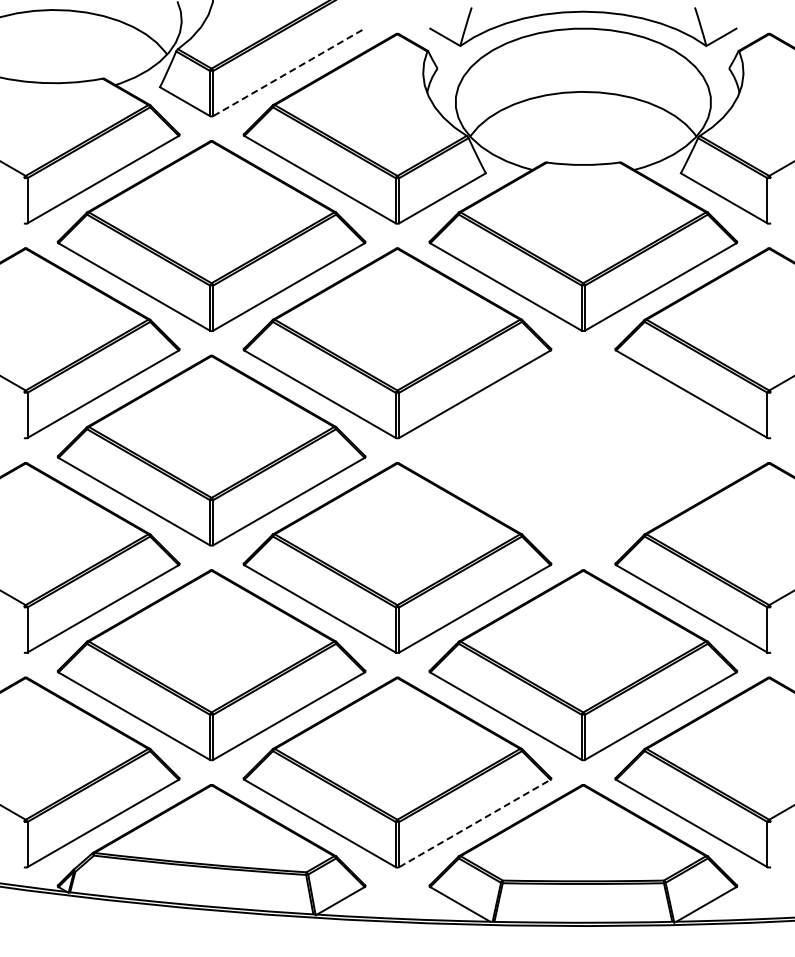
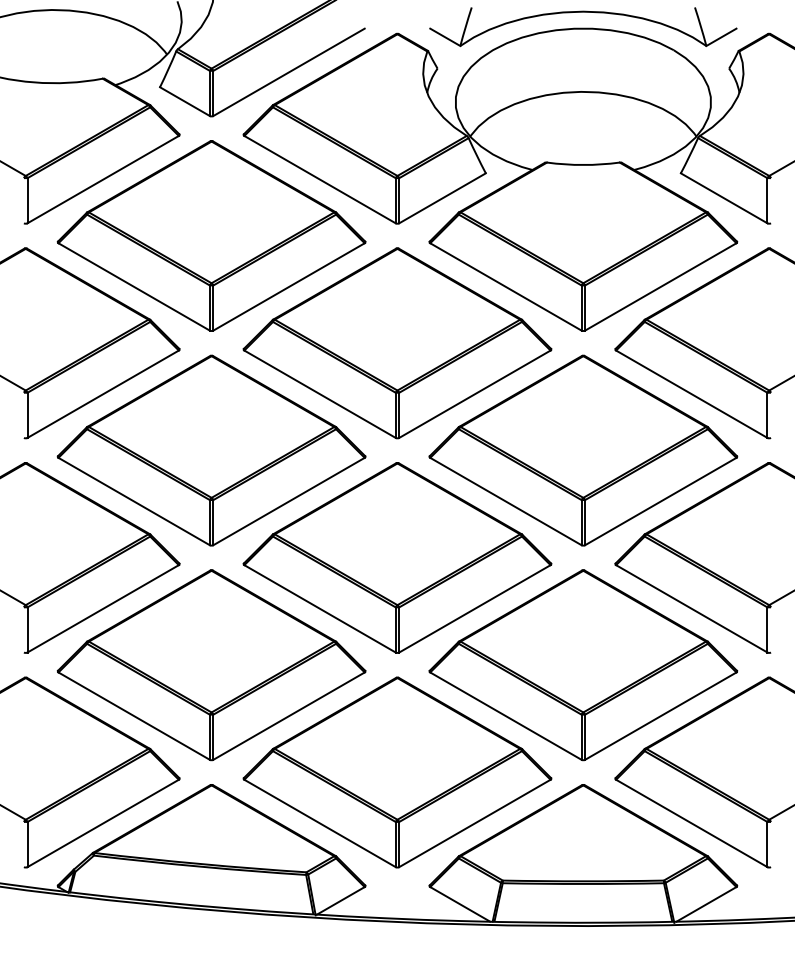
line at (289, 72): dashed -> solid
part at (583, 450): none -> present
line at (475, 823): dashed -> solid
